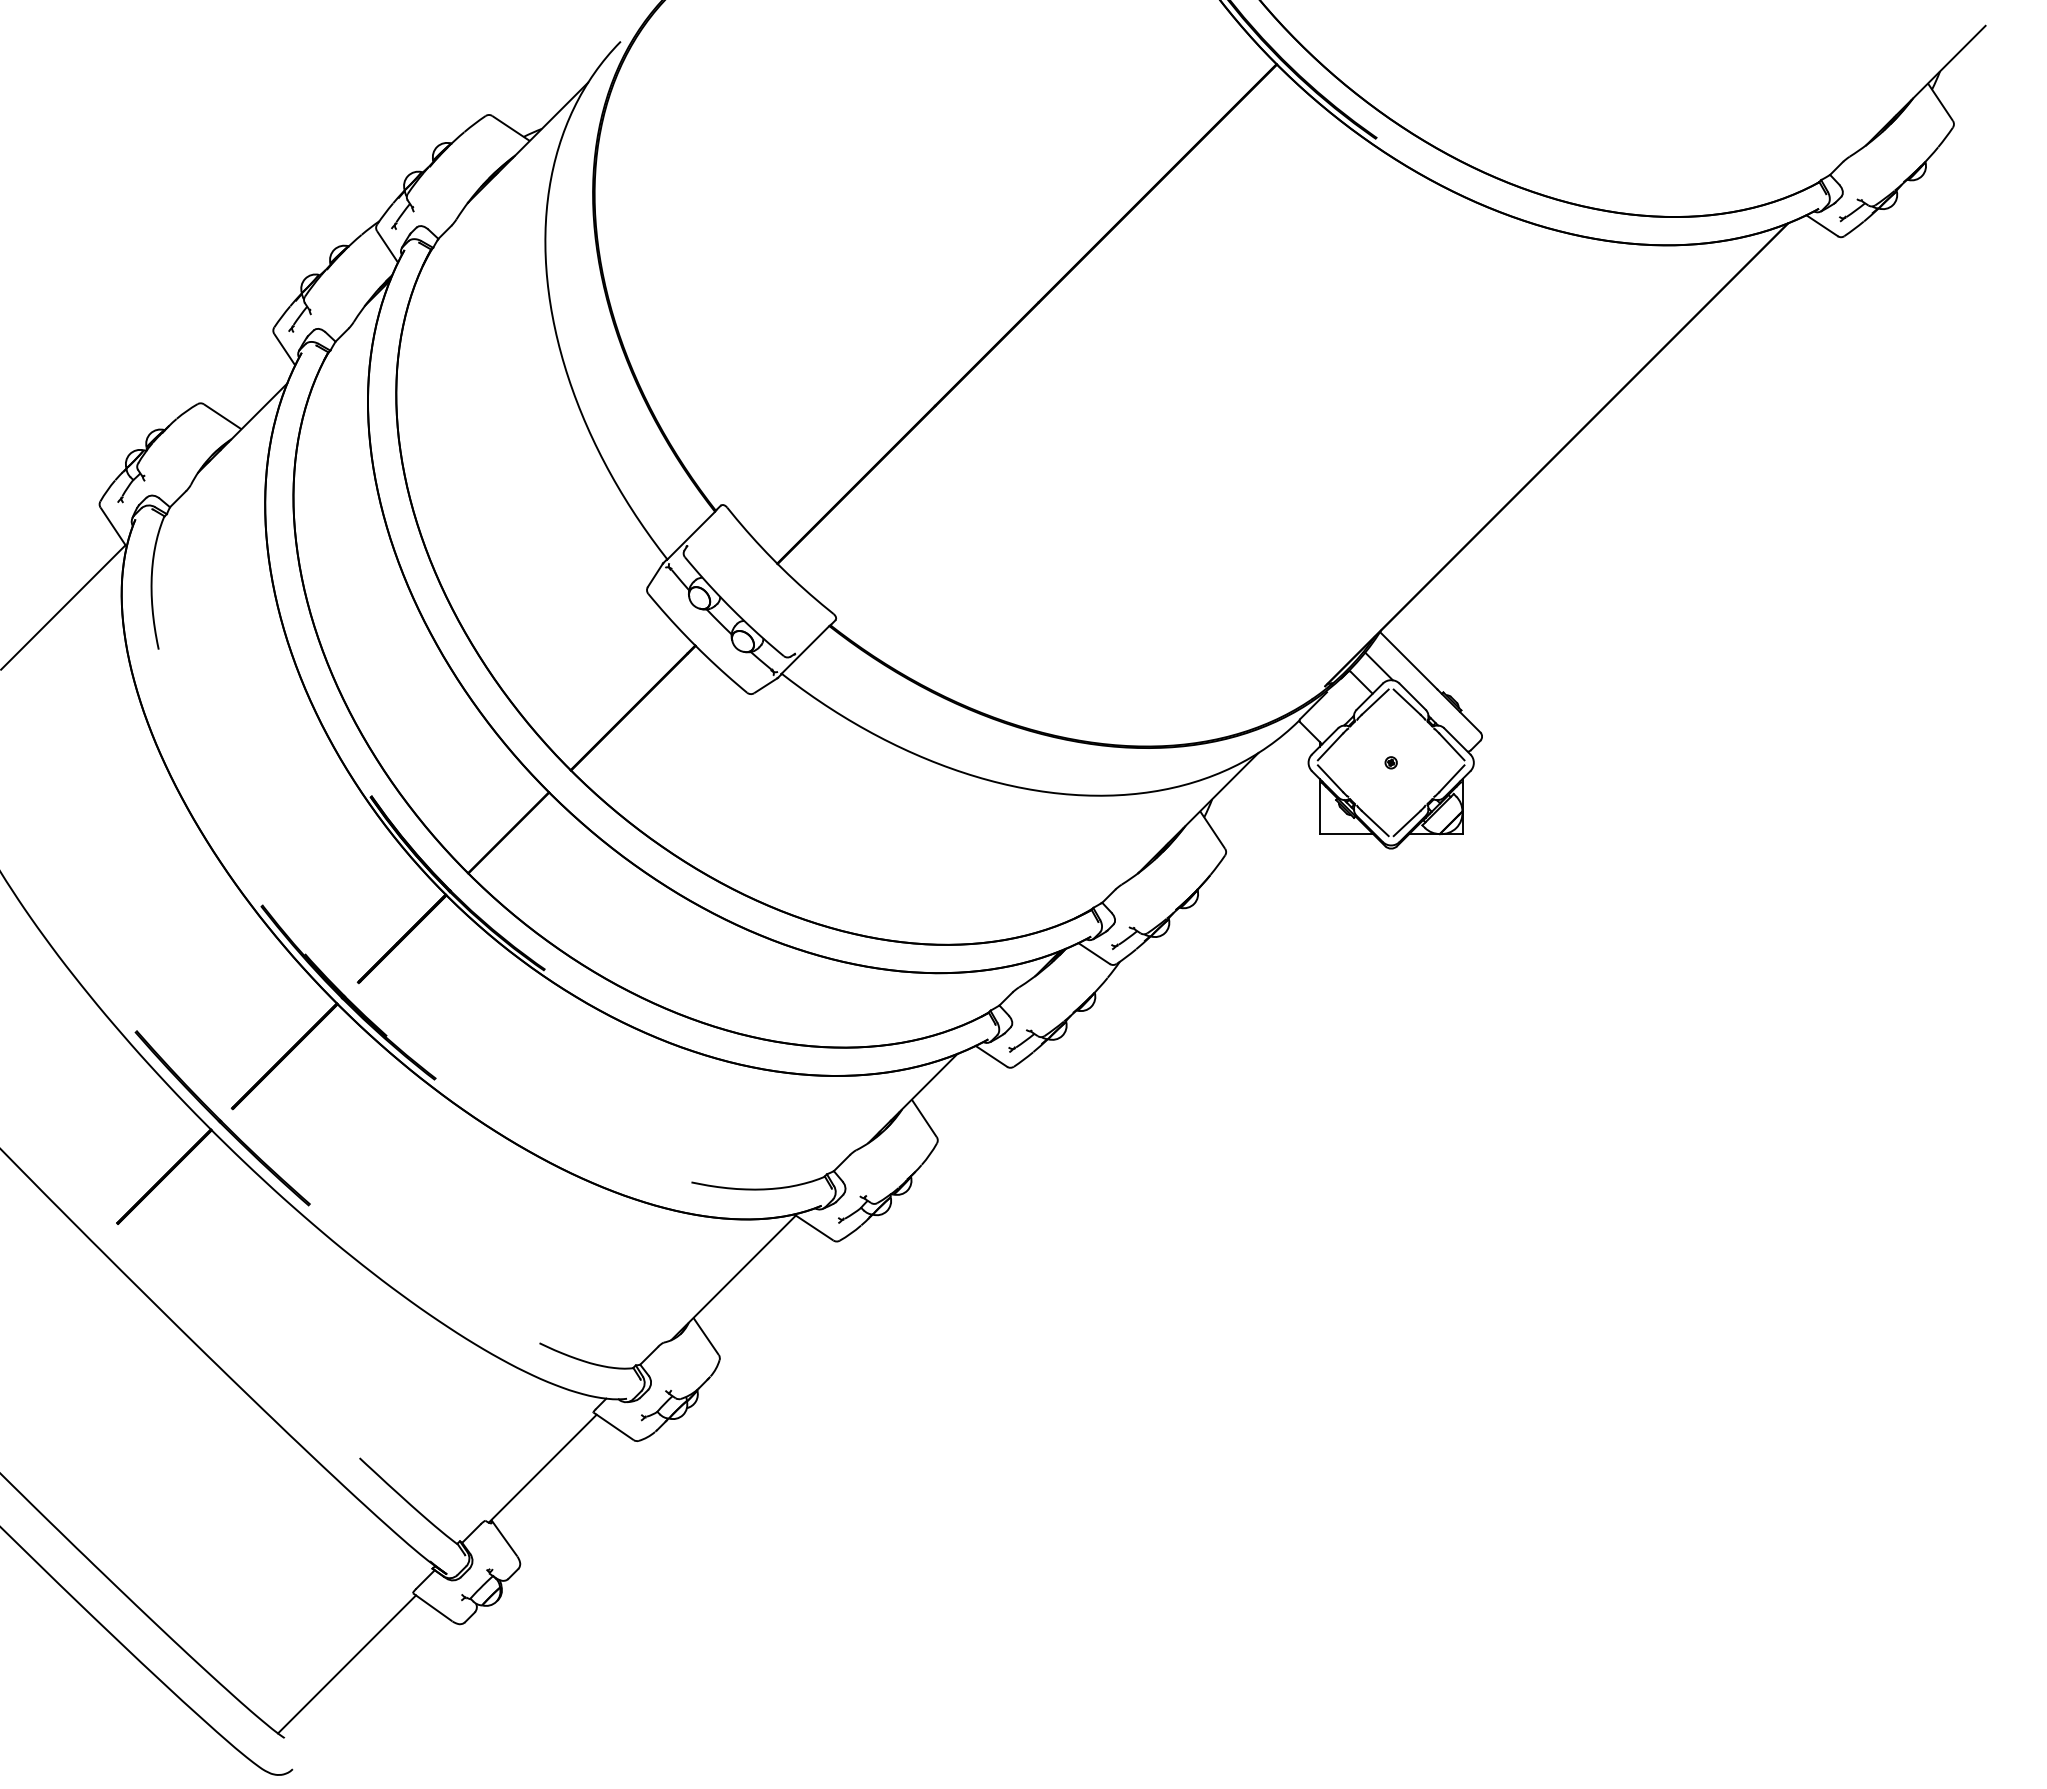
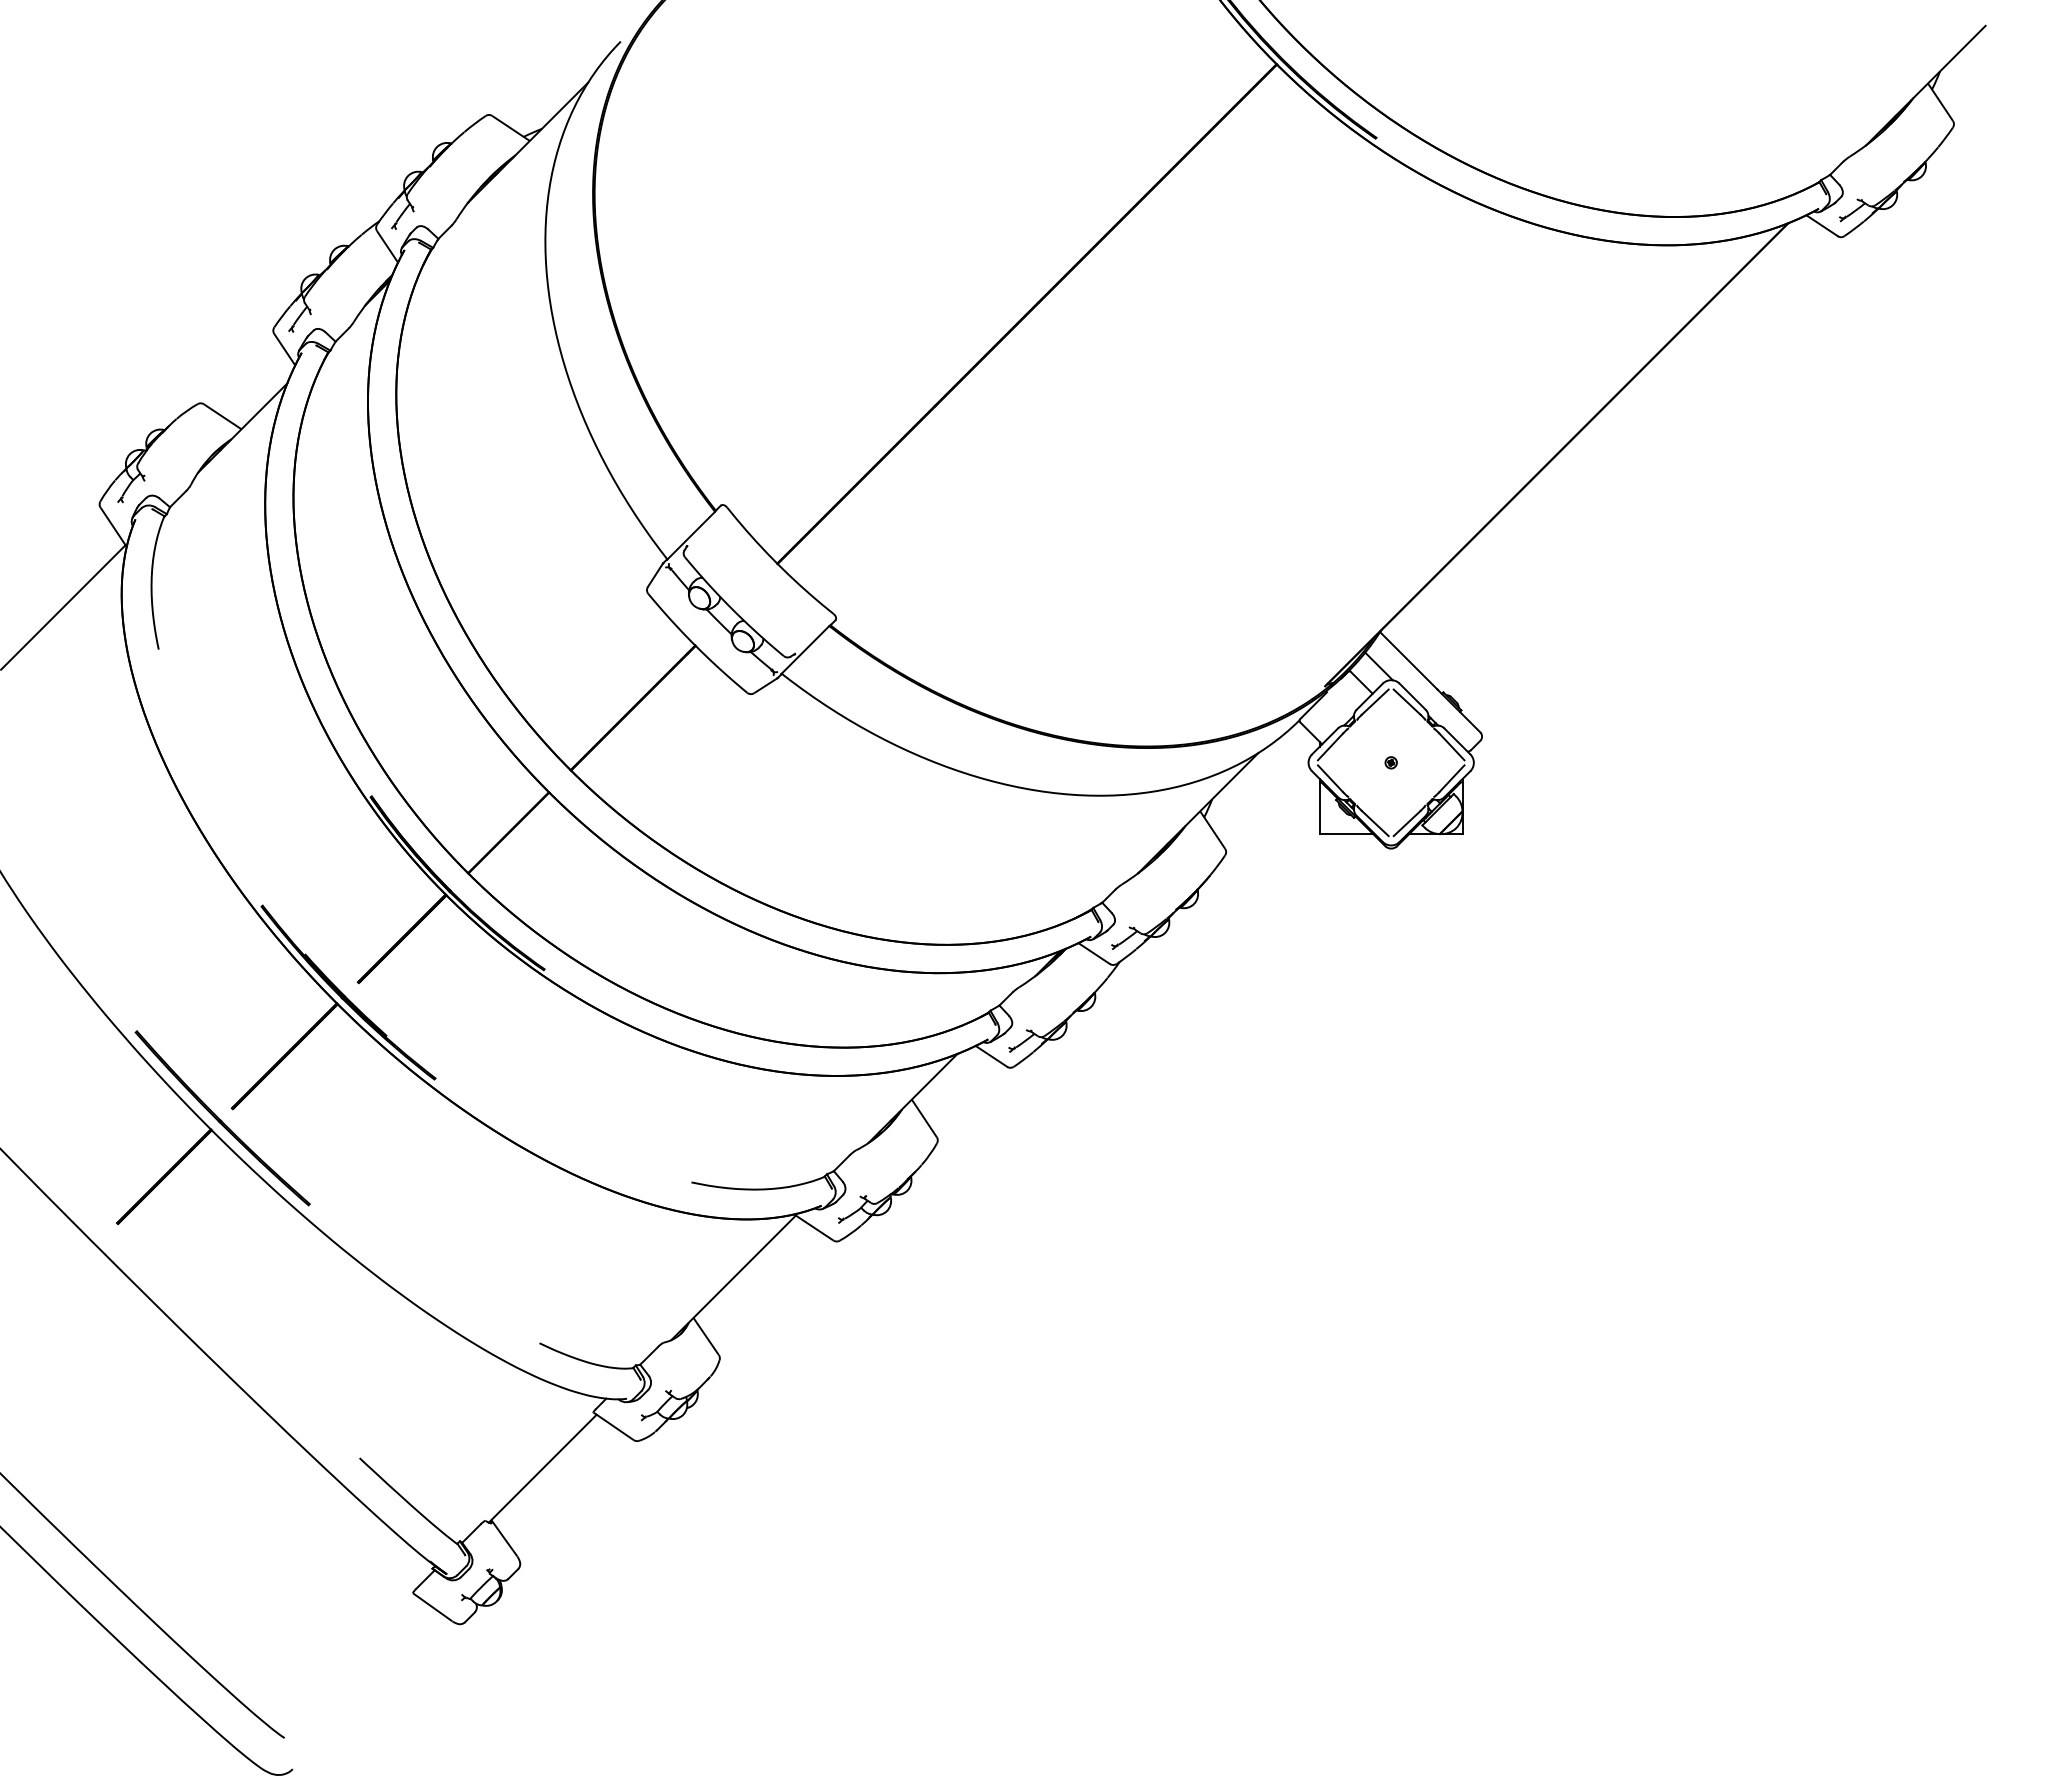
line at (346, 1664): present -> none
